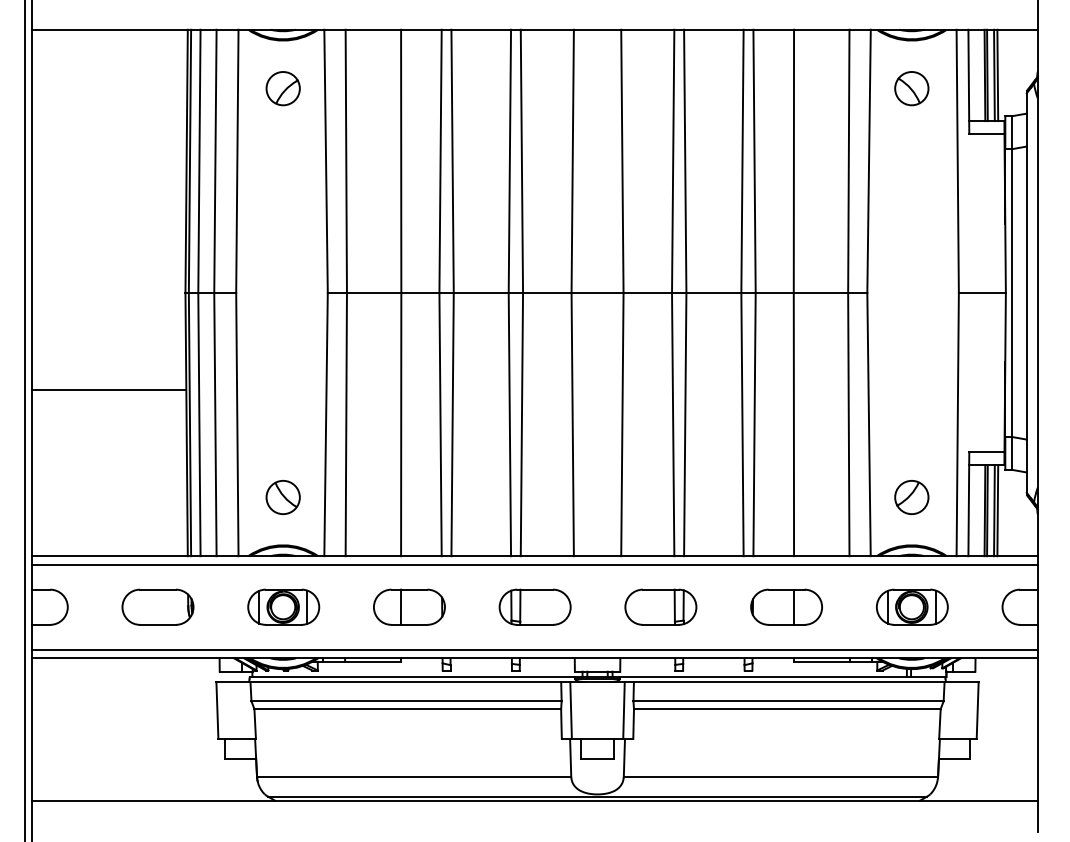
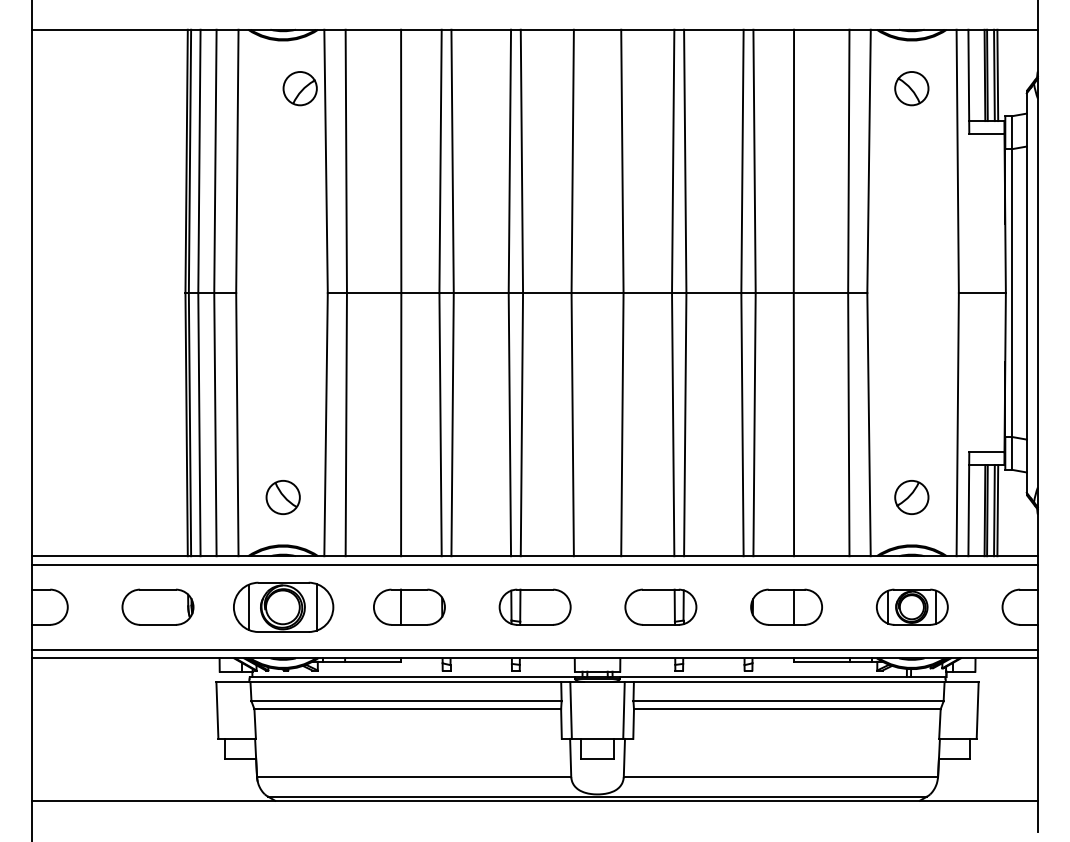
part at (282, 88) position: (282, 88) -> (299, 88)
line at (109, 390): present -> none
line at (24, 420): present -> none
part at (283, 606) size: 74x38 px -> 102x52 px
